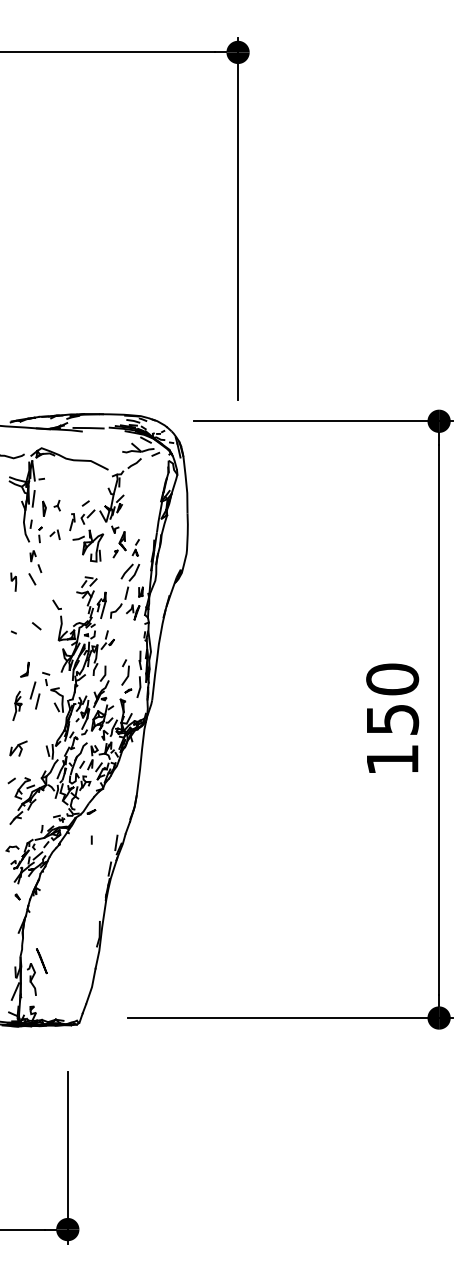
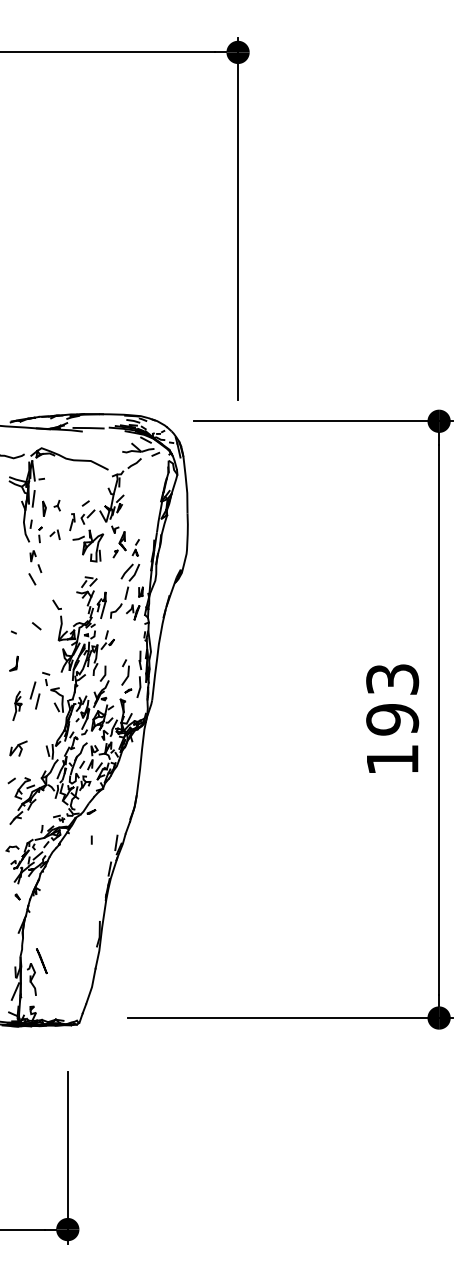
line at (13, 580): present -> none
part at (24, 669) position: (24, 669) -> (13, 663)
text at (392, 699): 150 -> 193
